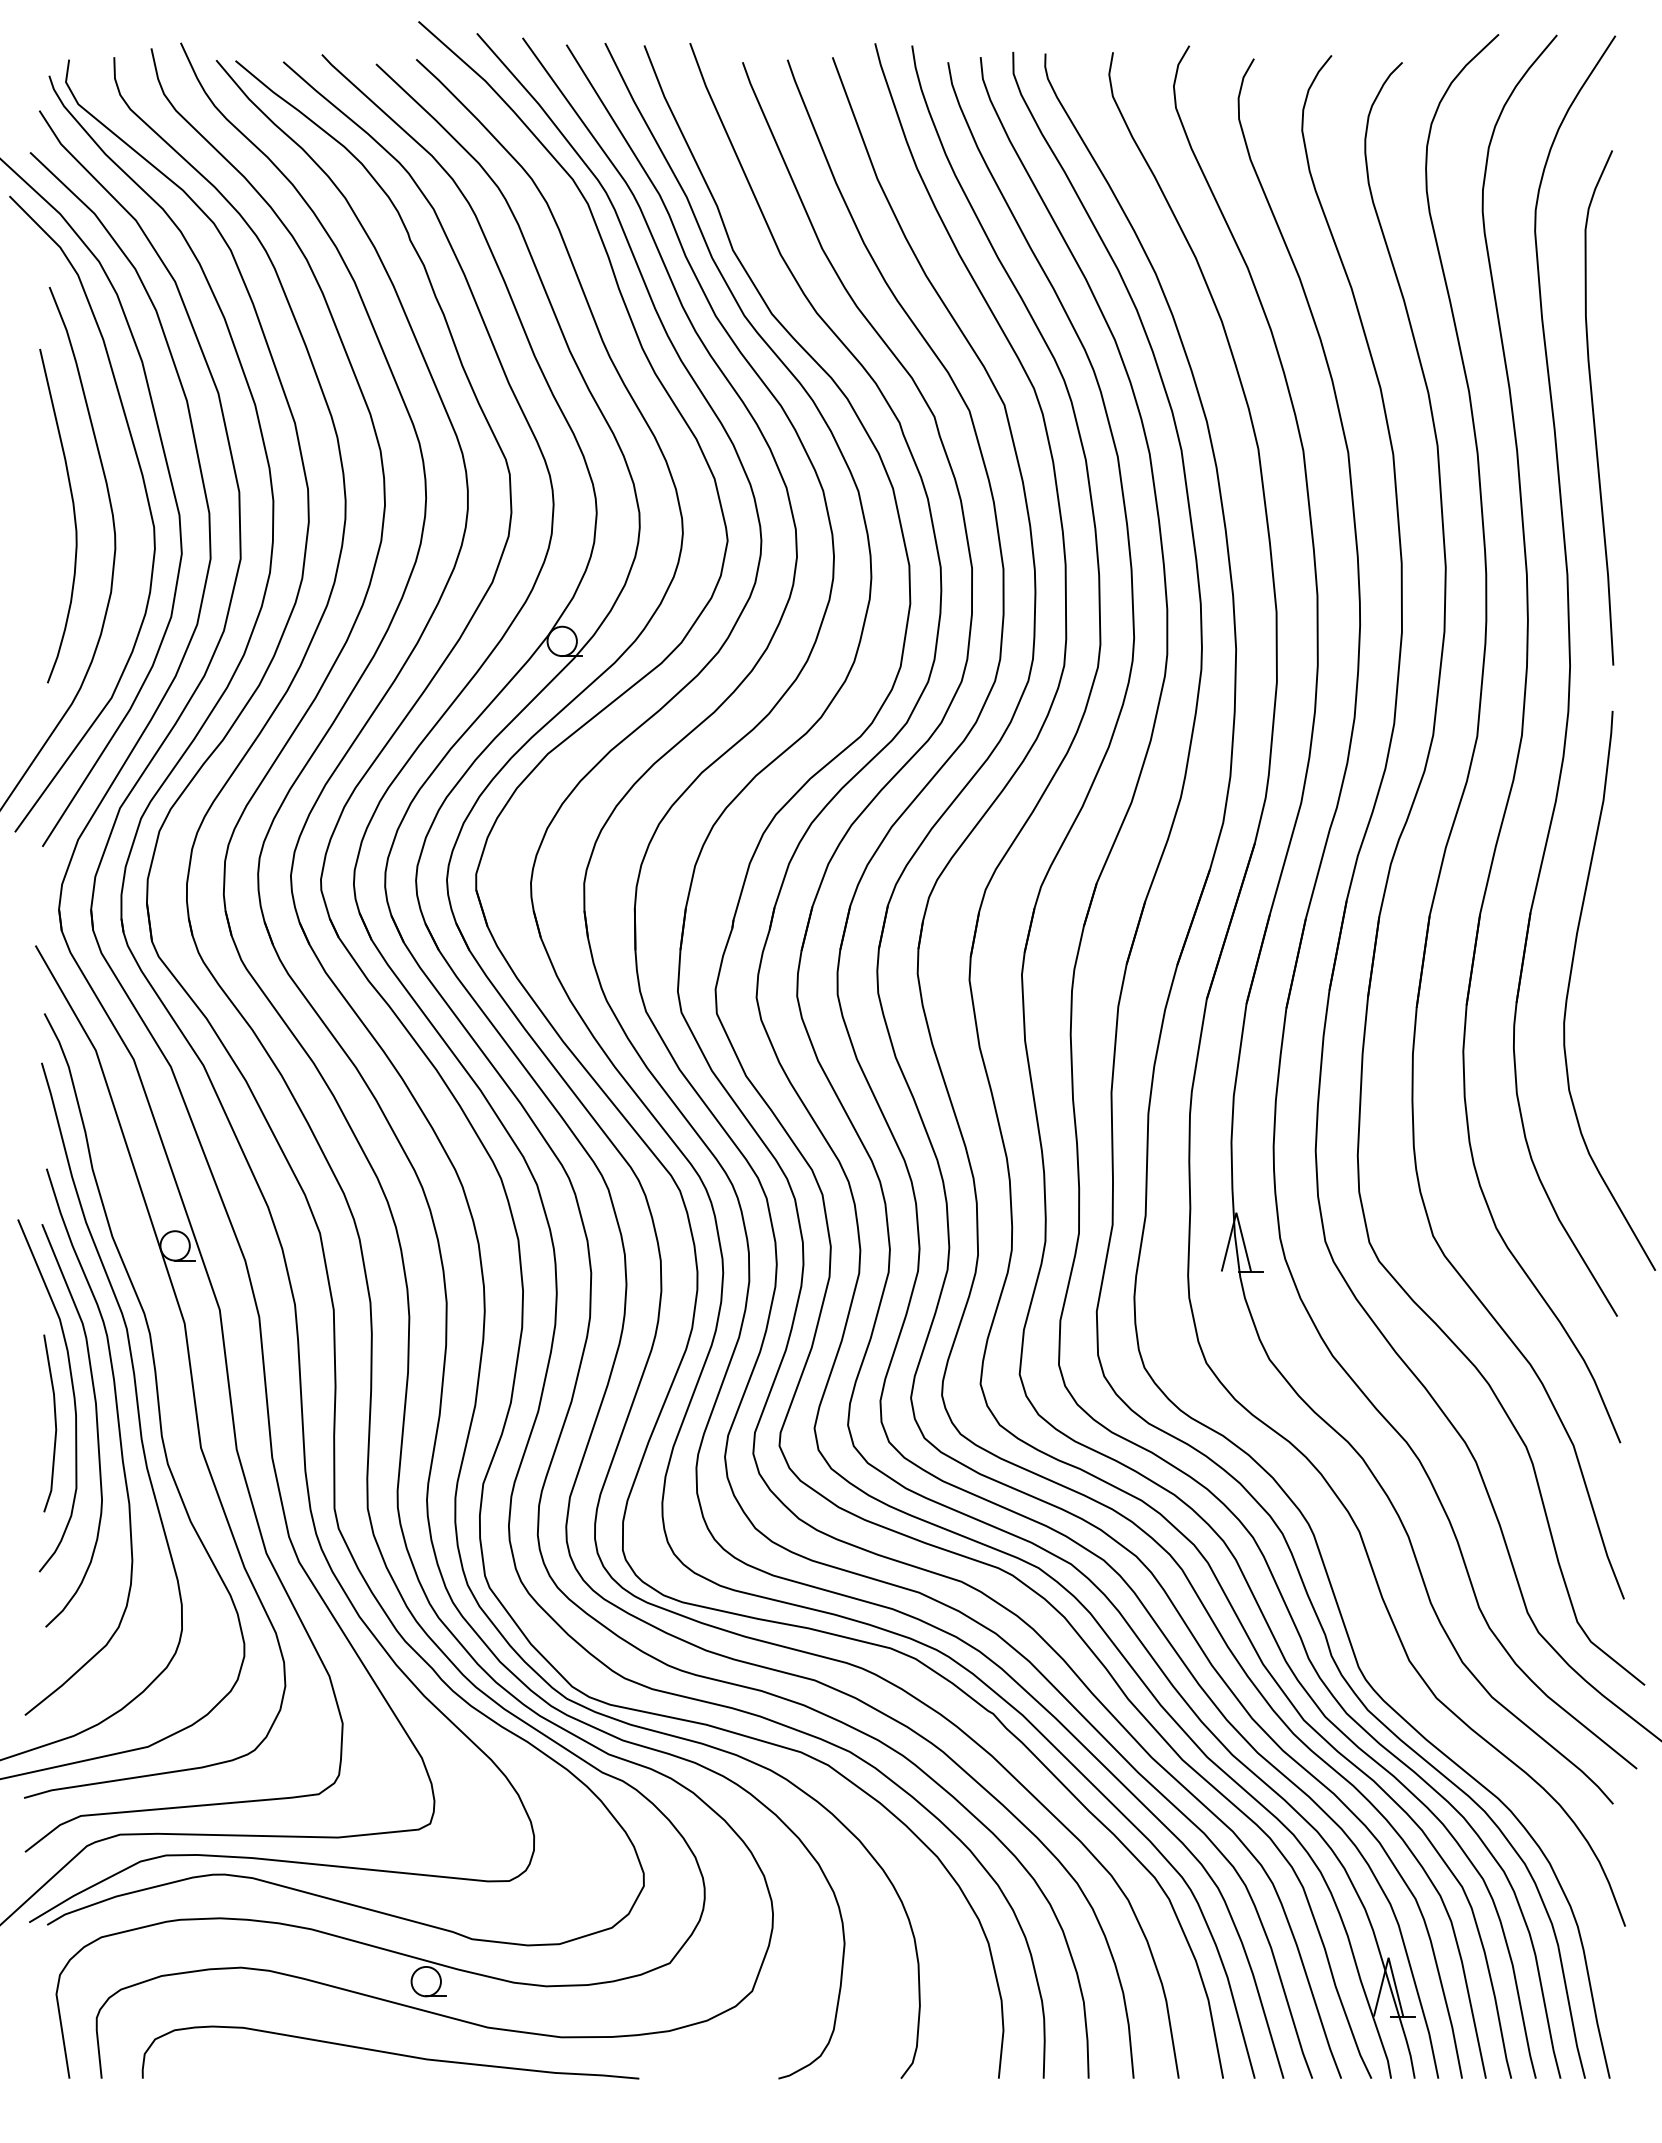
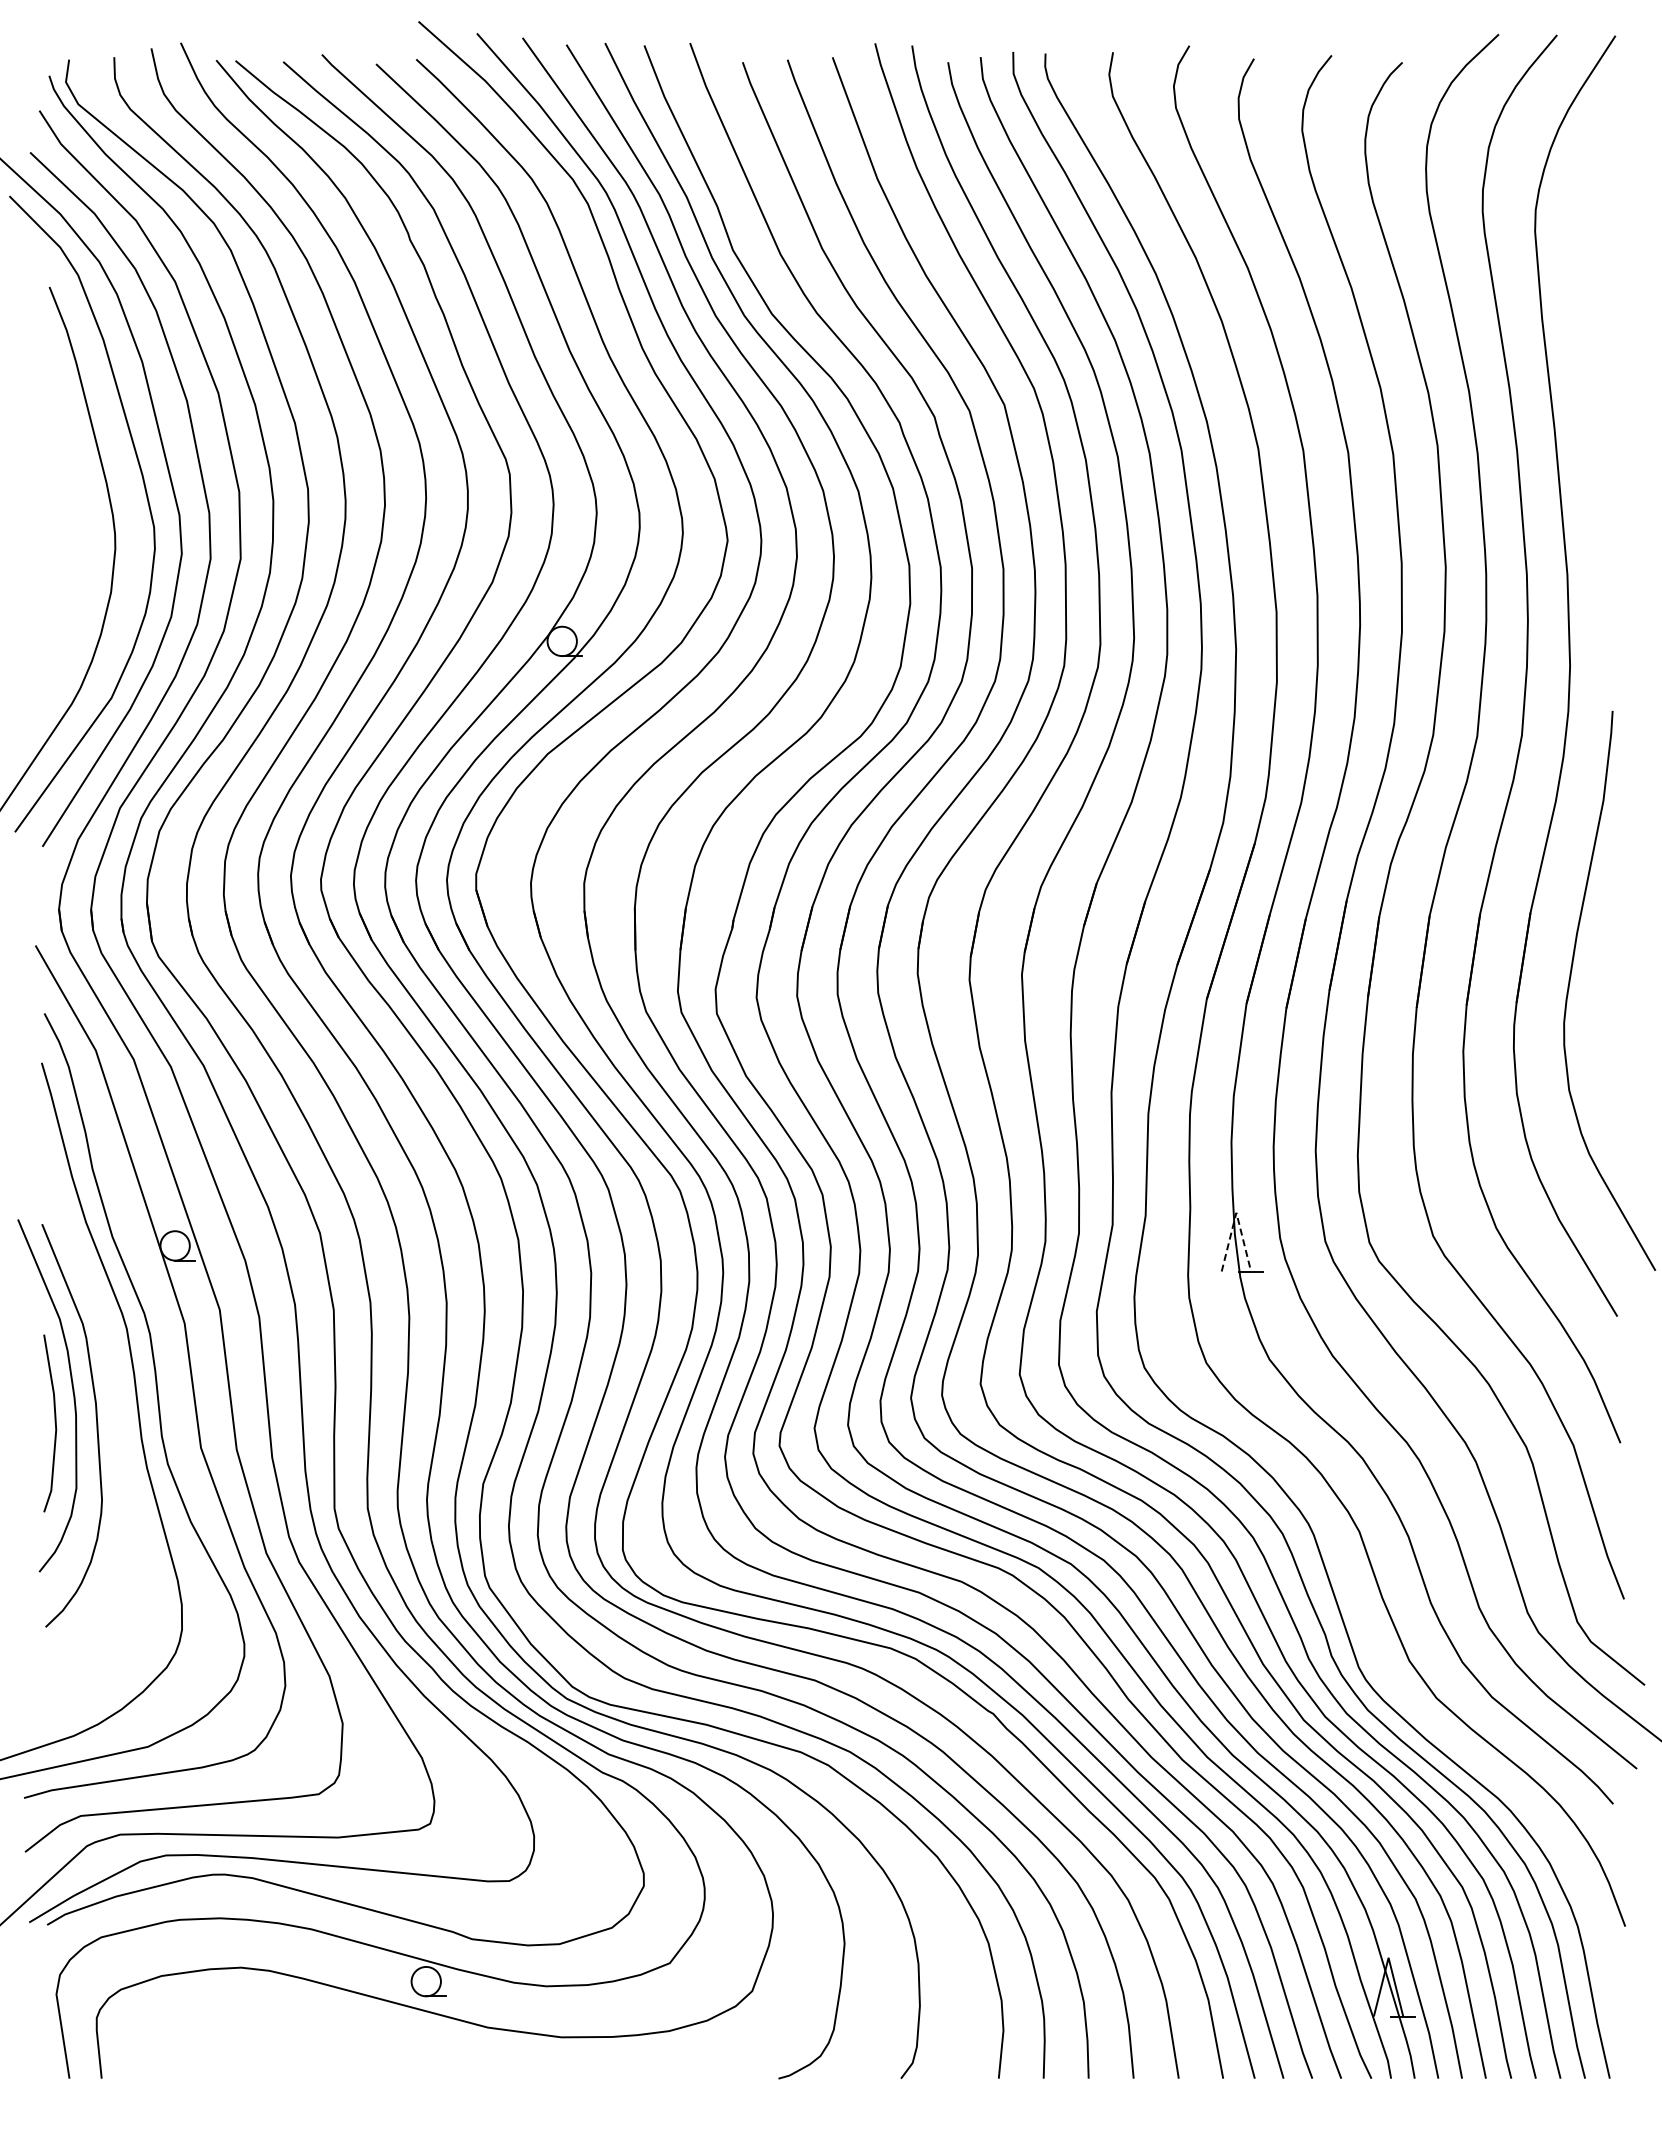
curve at (1593, 407): present -> none
curve at (73, 515): present -> none
line at (1236, 1212): solid -> dashed
curve at (118, 1432): present -> none
curve at (390, 2052): present -> none
